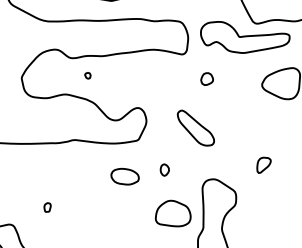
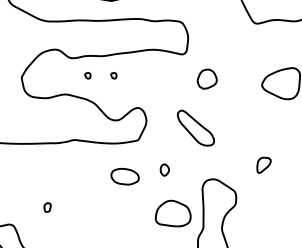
part at (245, 37): present -> none
part at (113, 75): none -> present
part at (206, 78) size: 14x14 px -> 22x22 px
